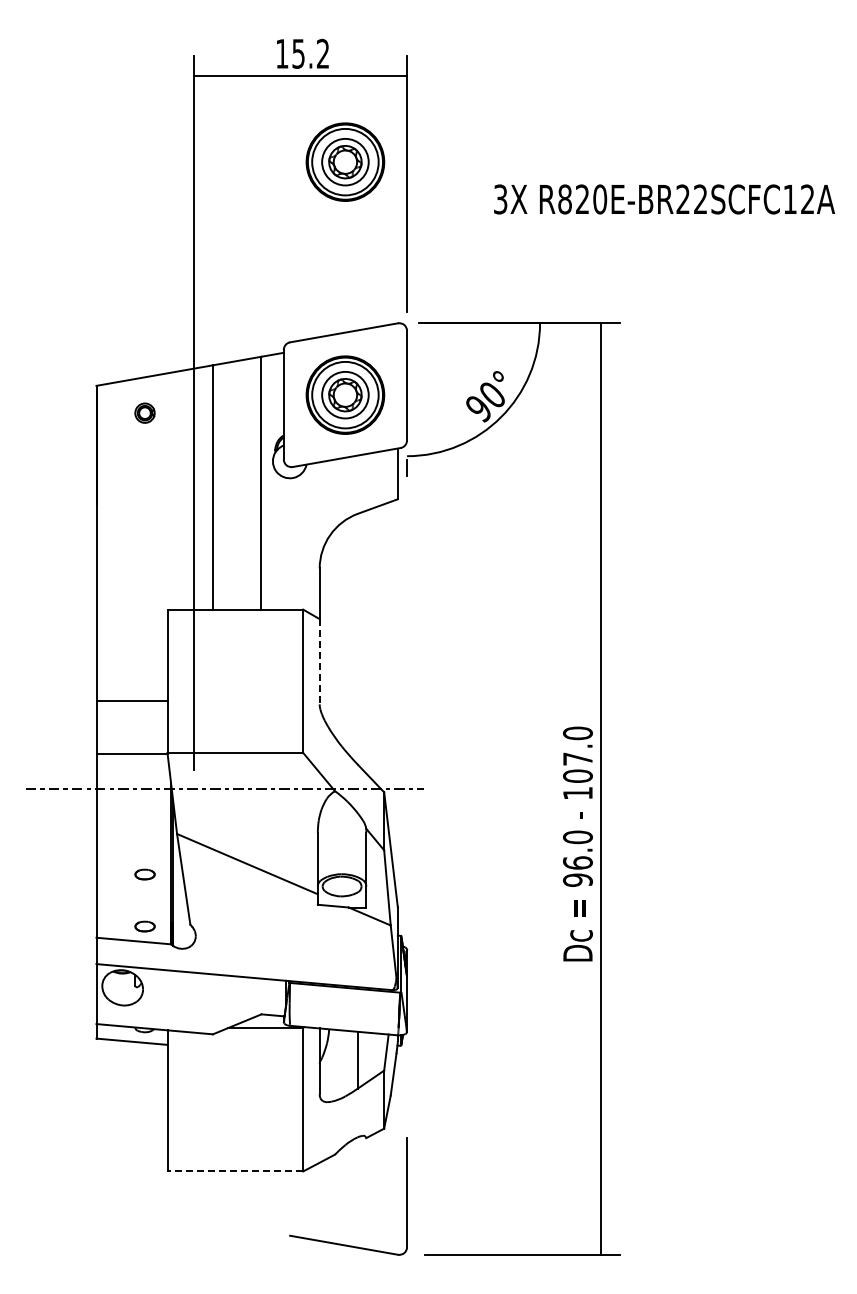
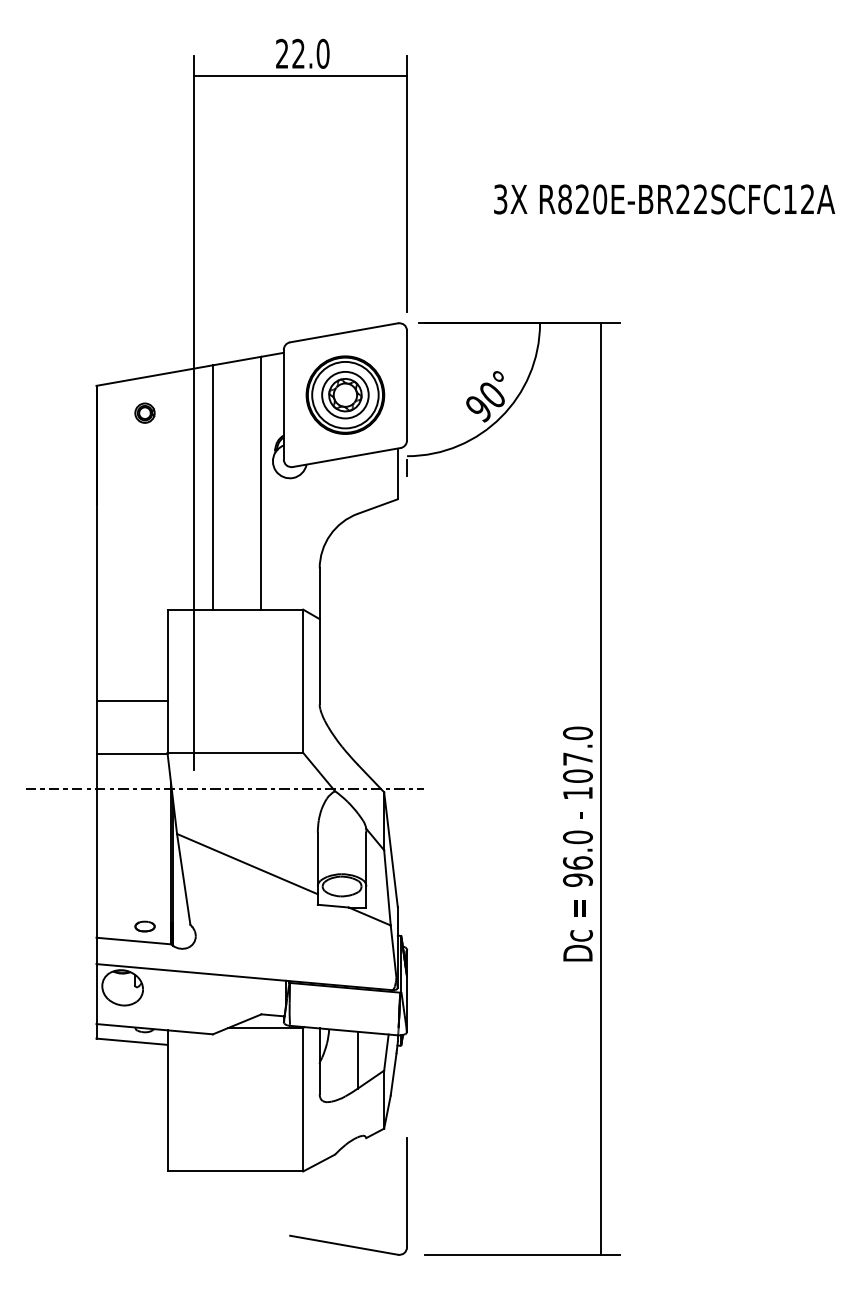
text at (302, 53): 15.2 -> 22.0
part at (345, 161): present -> none
line at (319, 661): dashed -> solid
part at (144, 874): present -> none
line at (235, 1171): dashed -> solid
